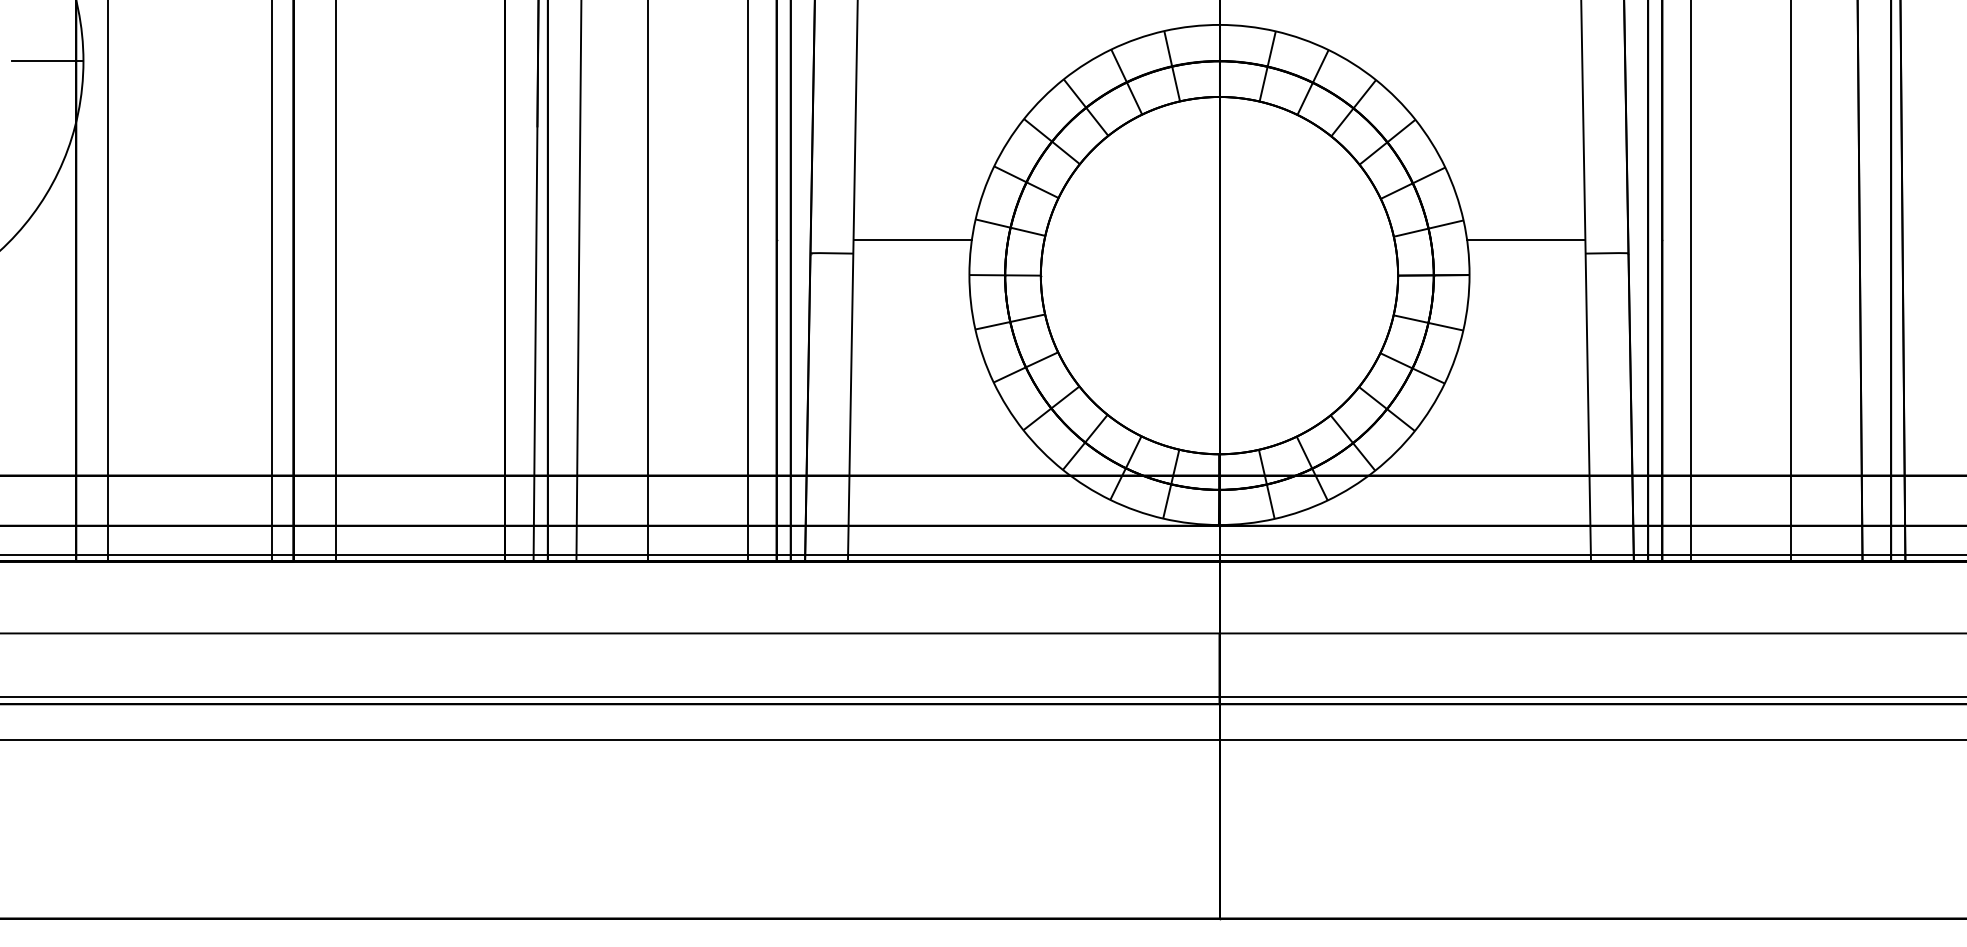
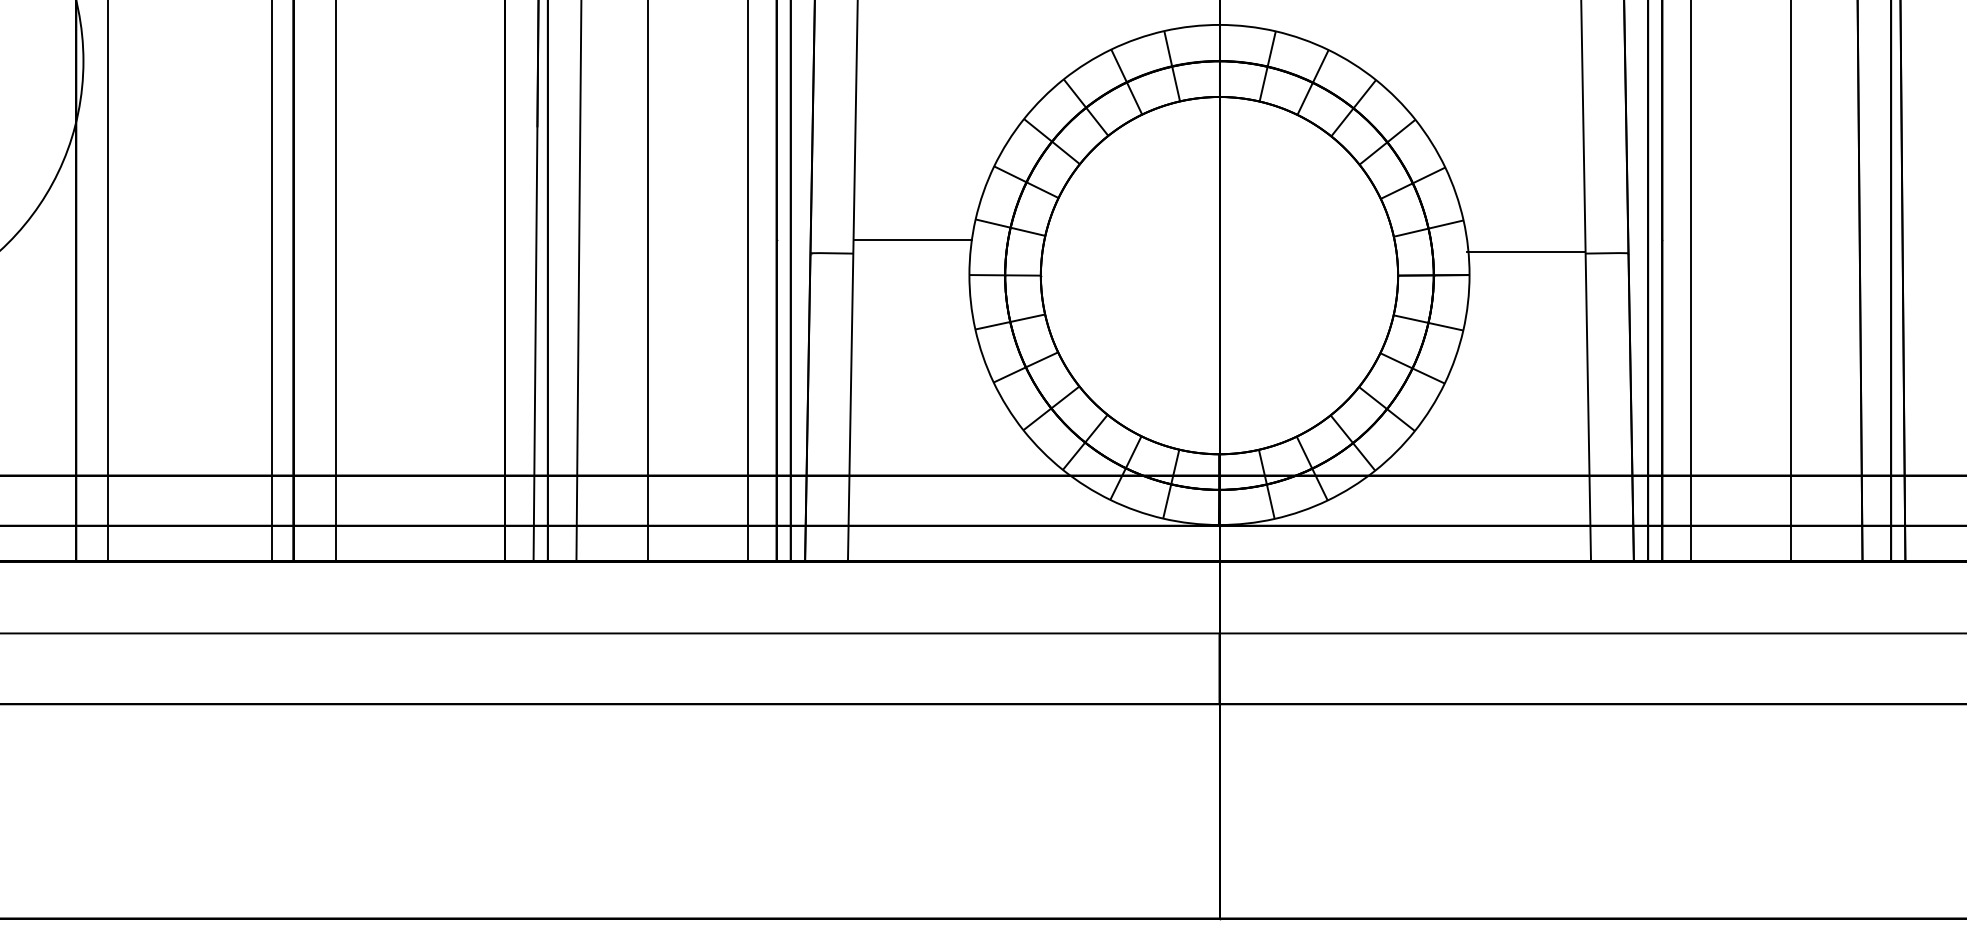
line at (47, 61): present -> none
line at (1526, 239) position: (1526, 239) -> (1526, 251)
line at (982, 554): present -> none
line at (982, 697): present -> none
line at (982, 740): present -> none
